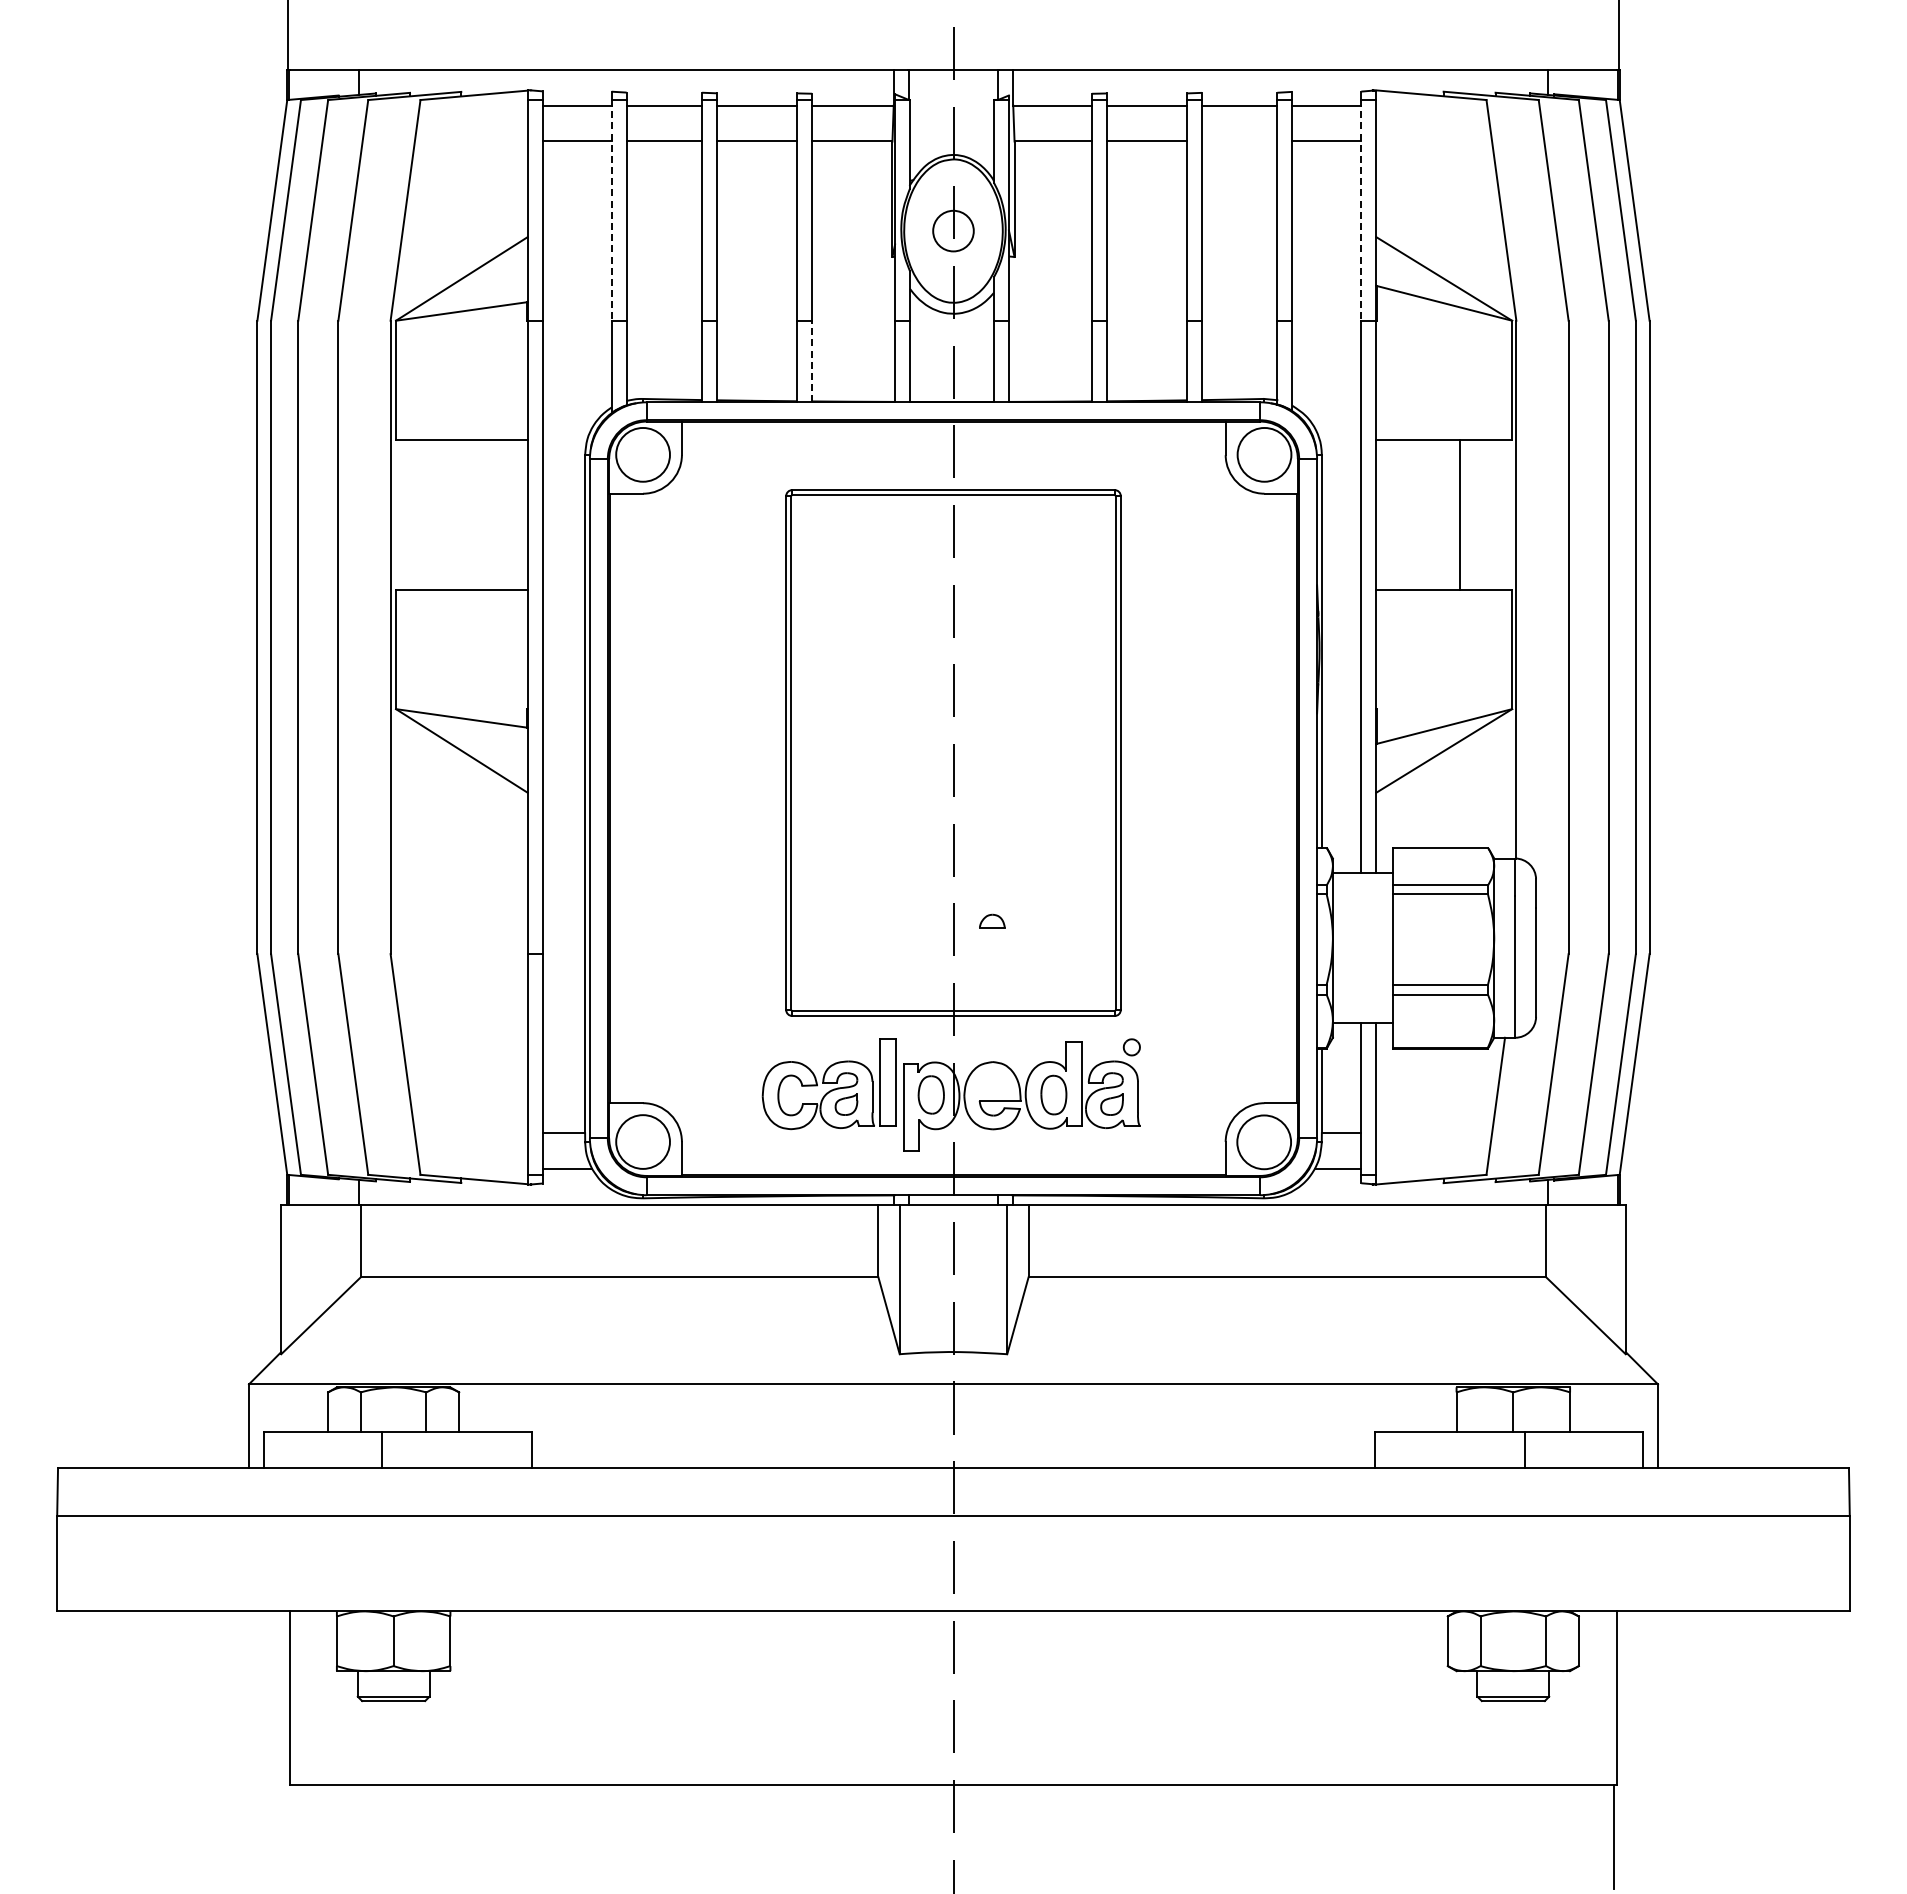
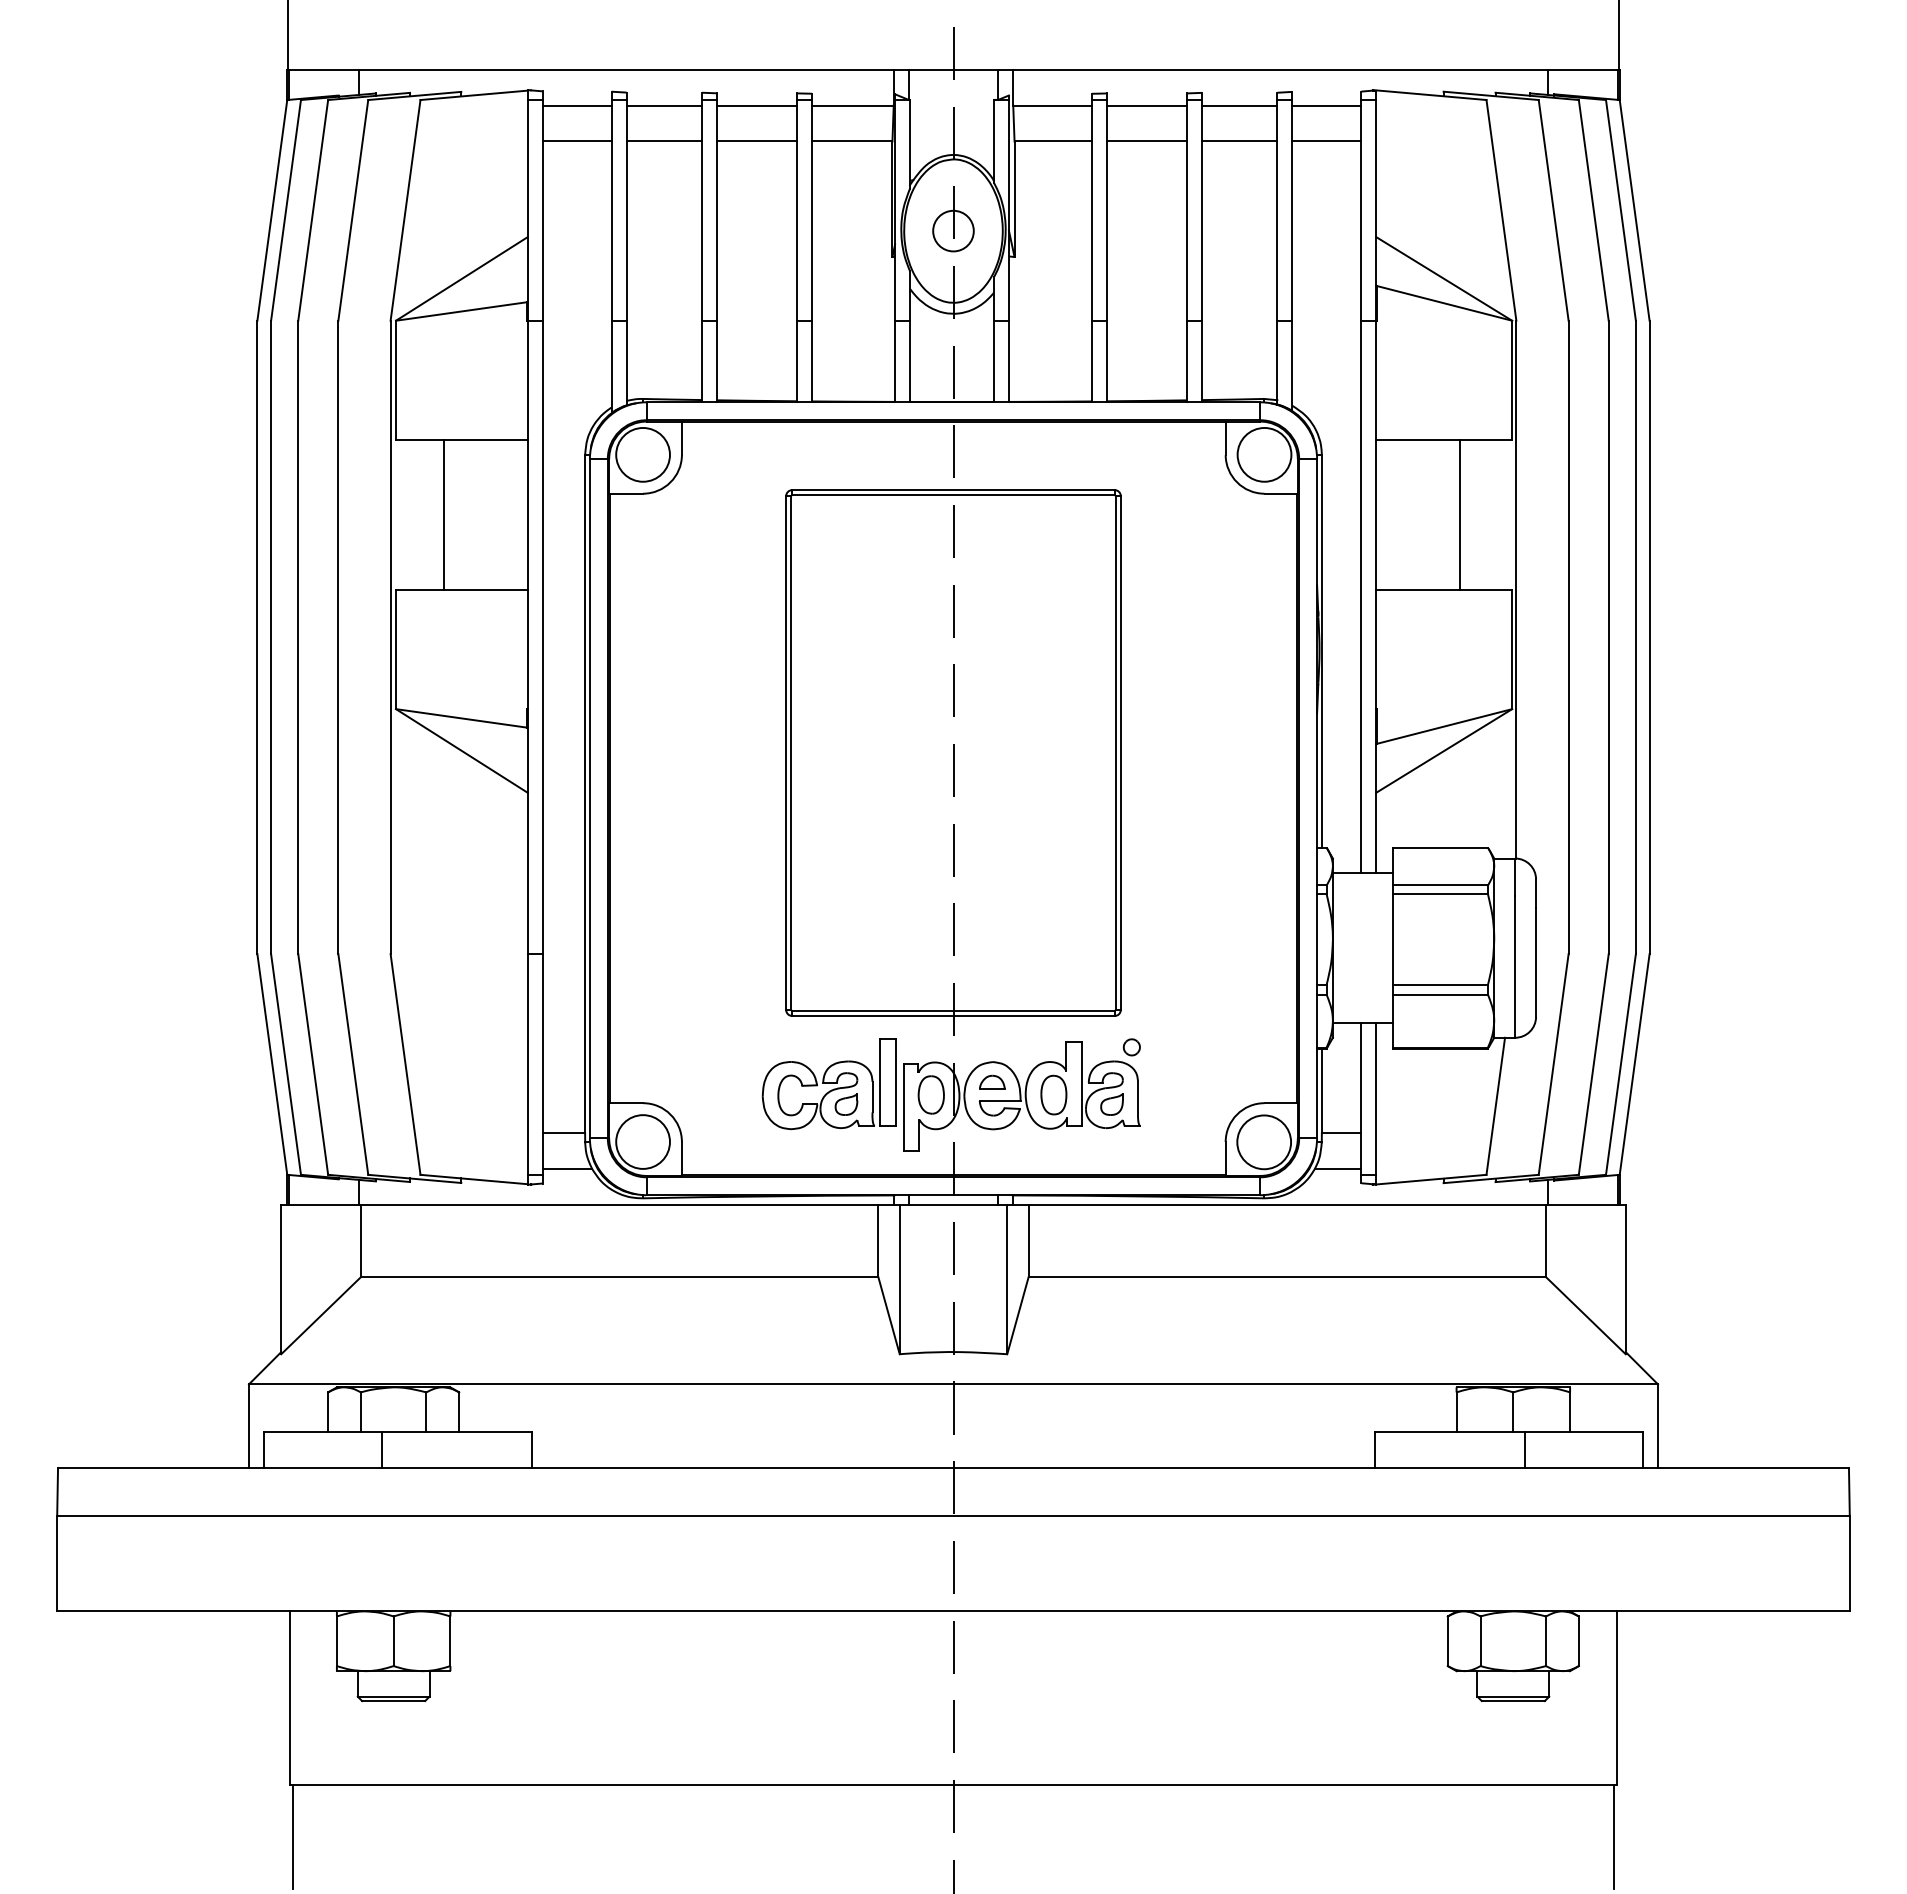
line at (1239, 141): none -> present
line at (611, 210): dashed -> solid
line at (1361, 210): dashed -> solid
line at (812, 361): dashed -> solid
line at (444, 514): none -> present
part at (992, 920) position: (992, 920) -> (992, 1081)
line at (293, 1836): none -> present
